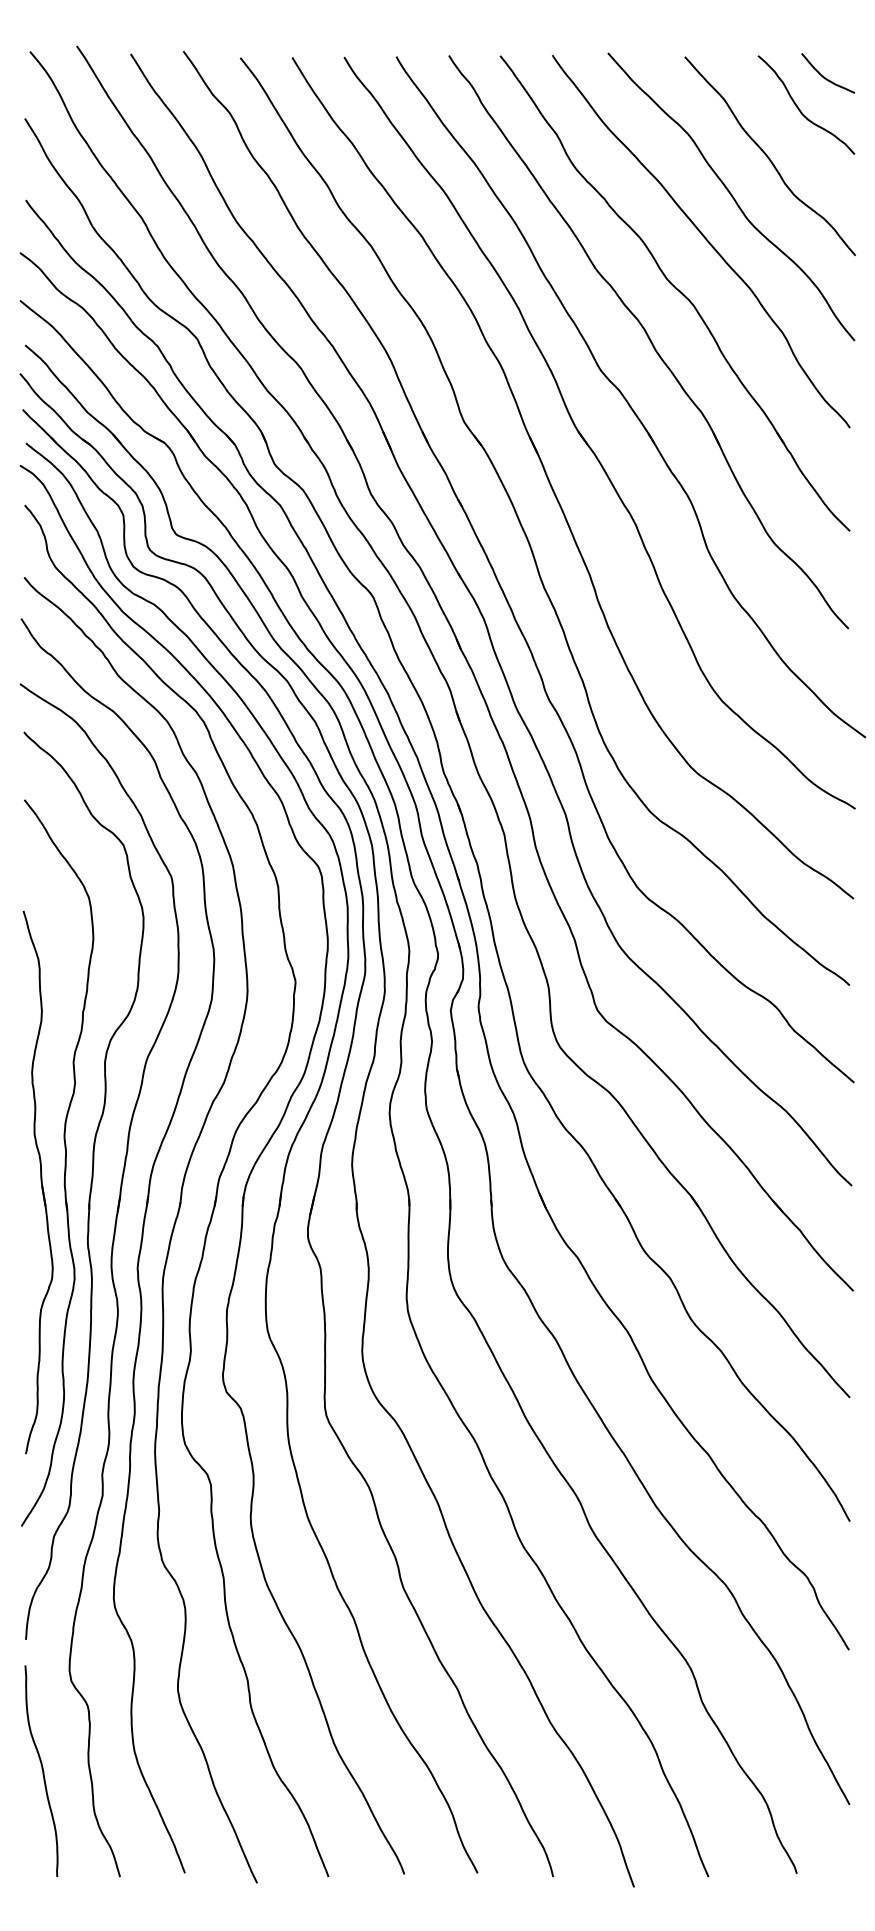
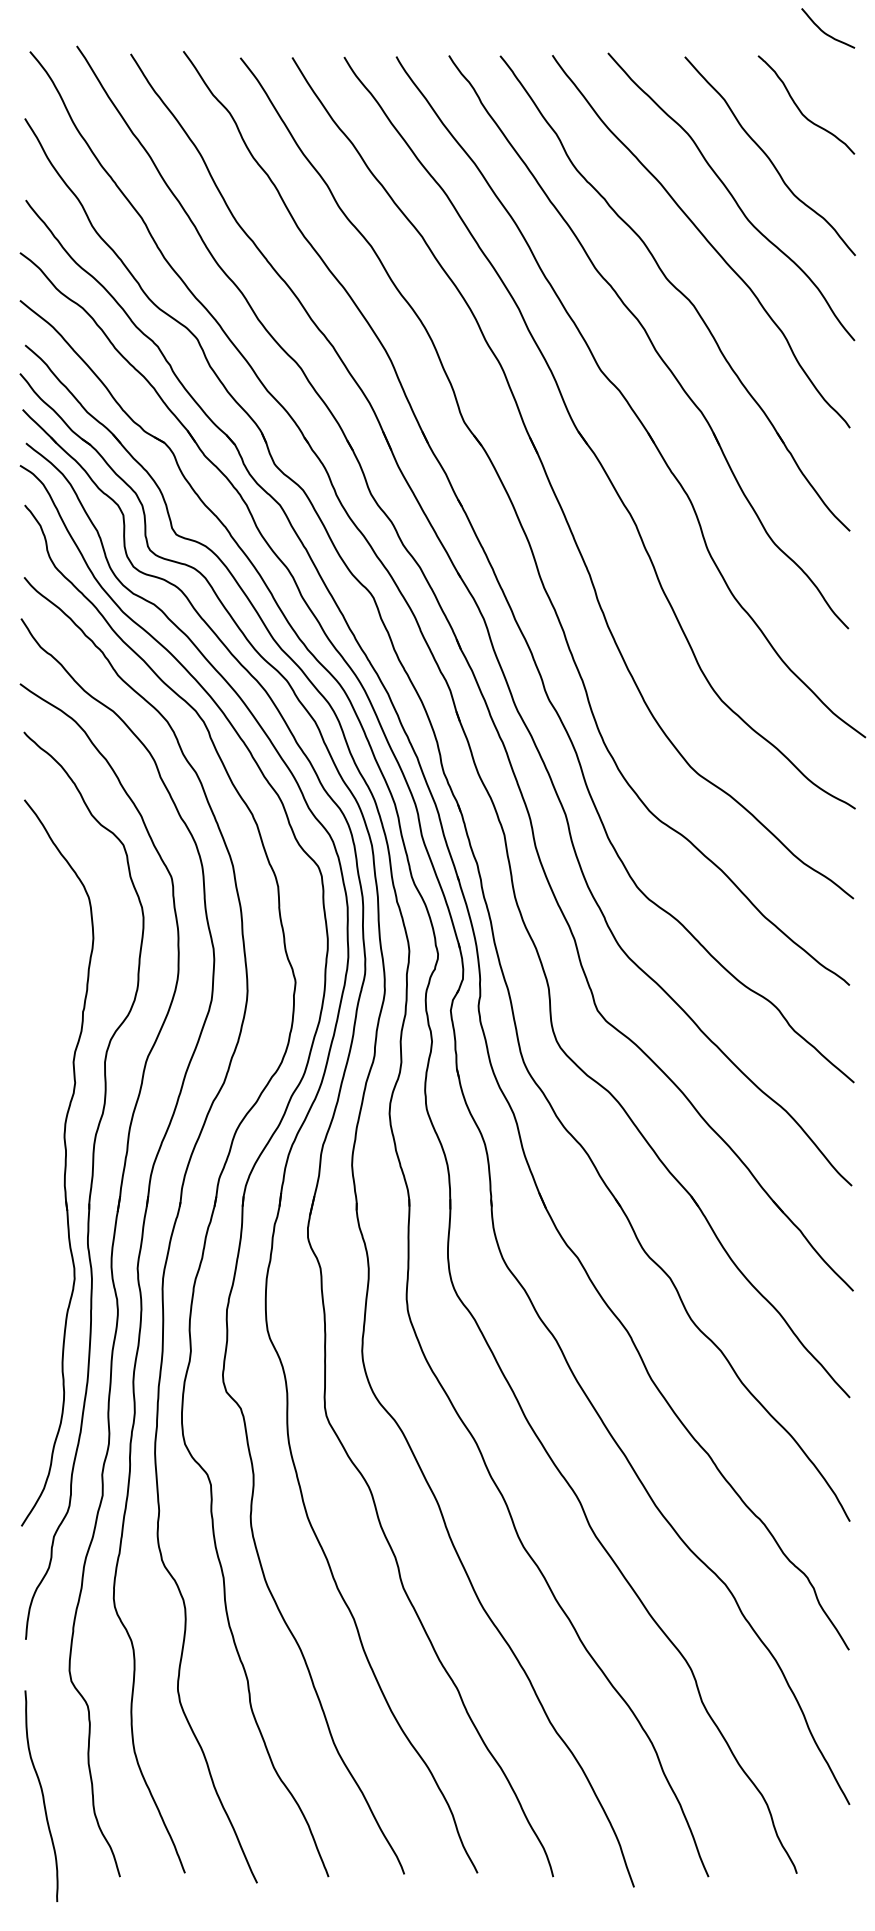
curve at (824, 76) position: (824, 76) -> (824, 31)
part at (37, 1182): present -> none
curve at (41, 1769) position: (41, 1769) -> (41, 1794)
